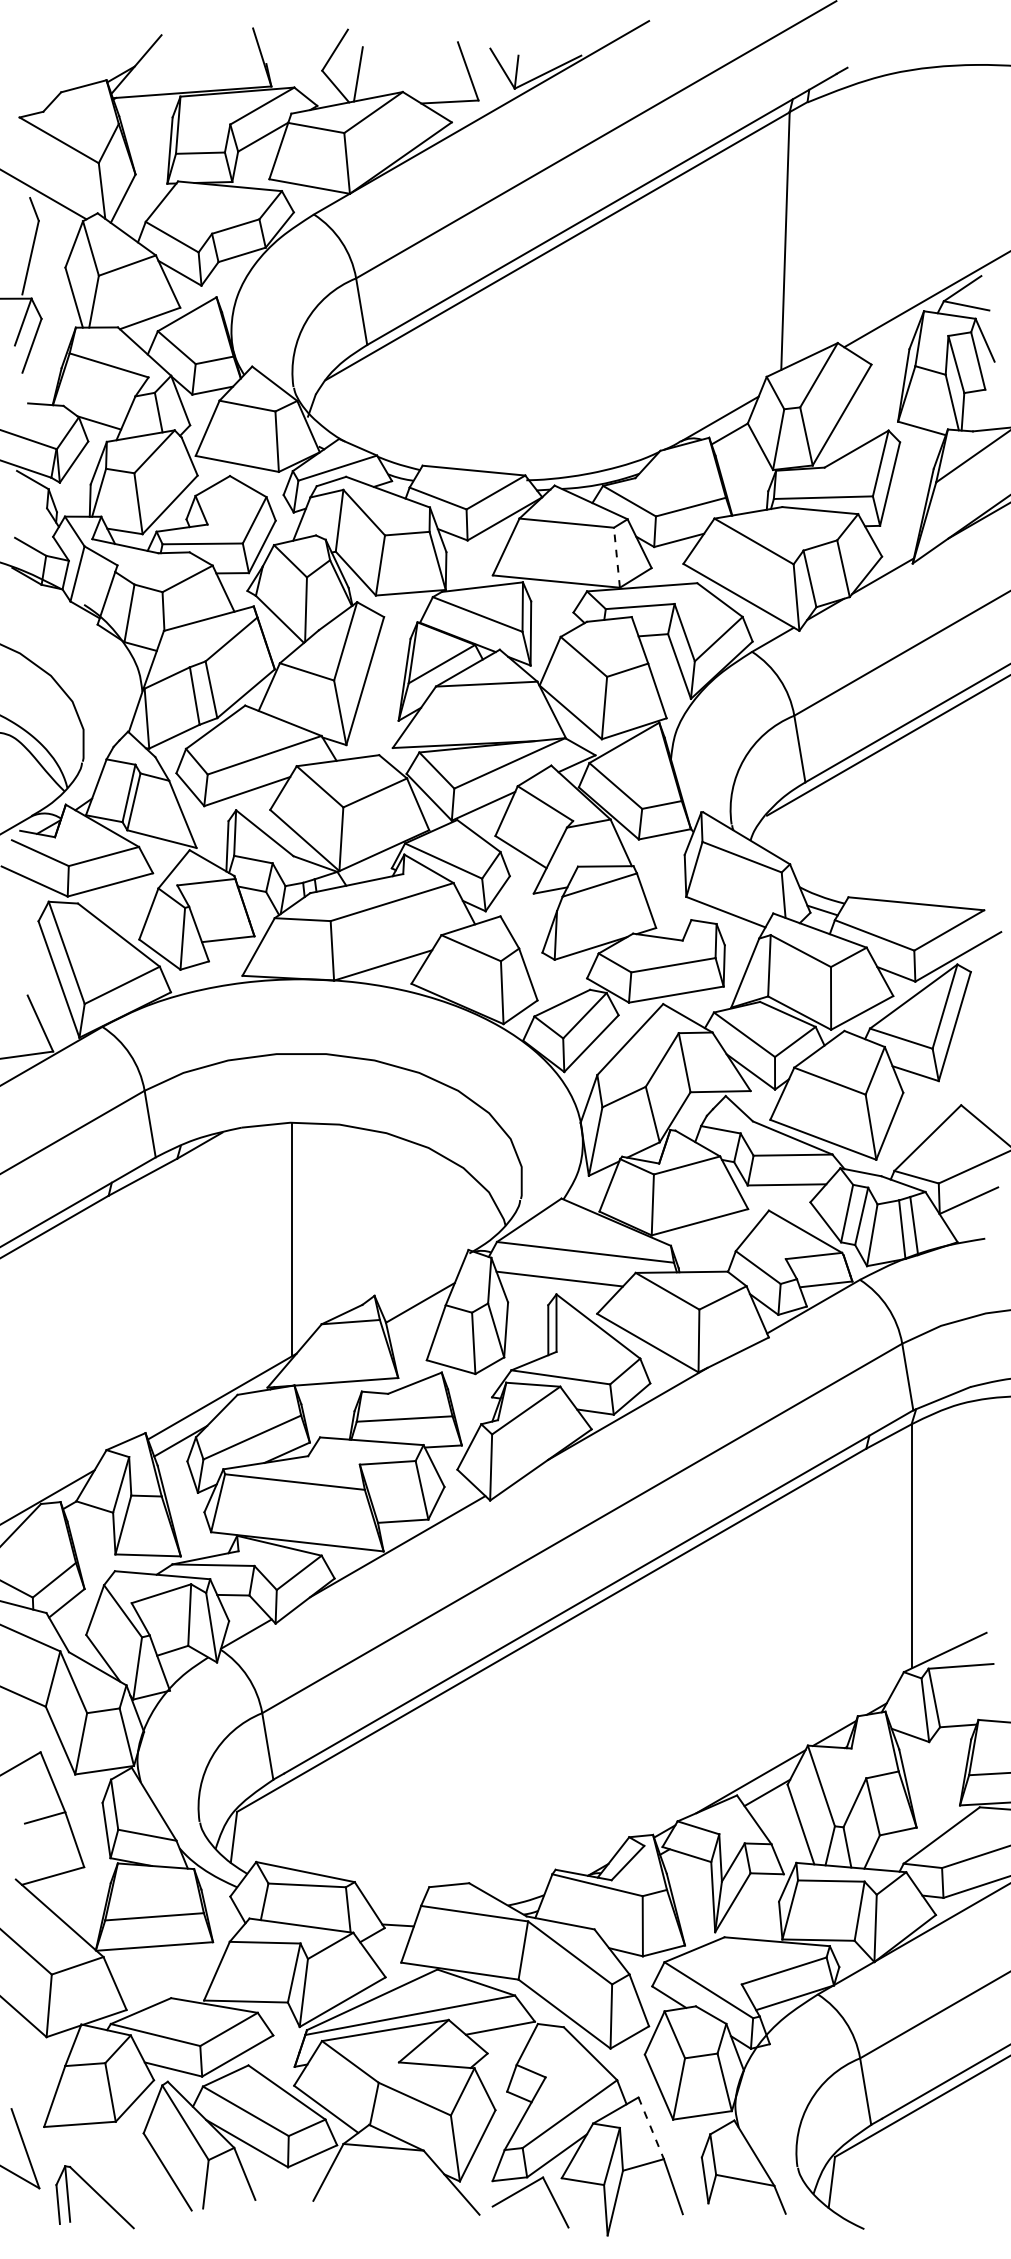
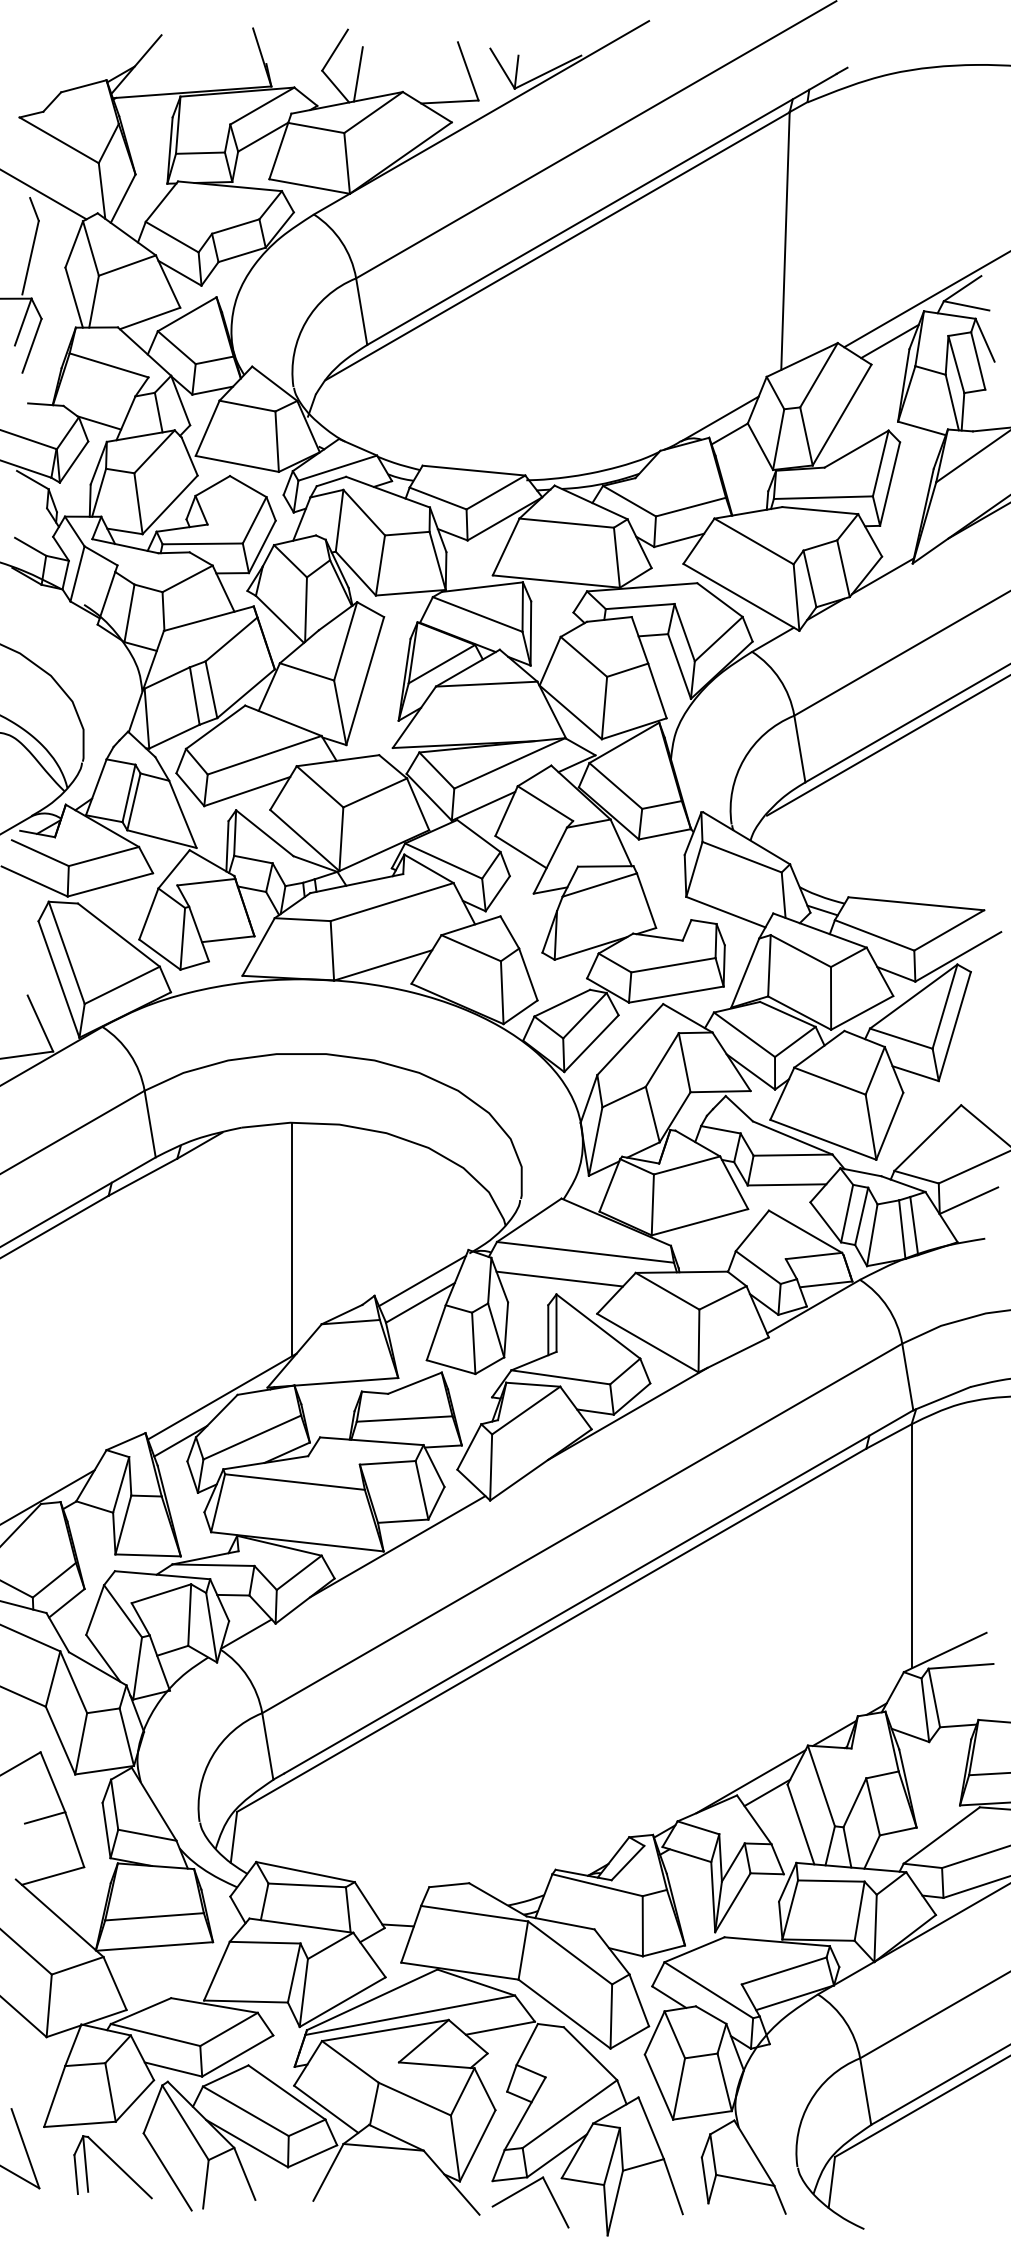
line at (889, 341): none -> present
line at (616, 557): dashed -> solid
line at (422, 1280): none -> present
line at (651, 2128): dashed -> solid
part at (94, 2197) position: (94, 2197) -> (112, 2167)
